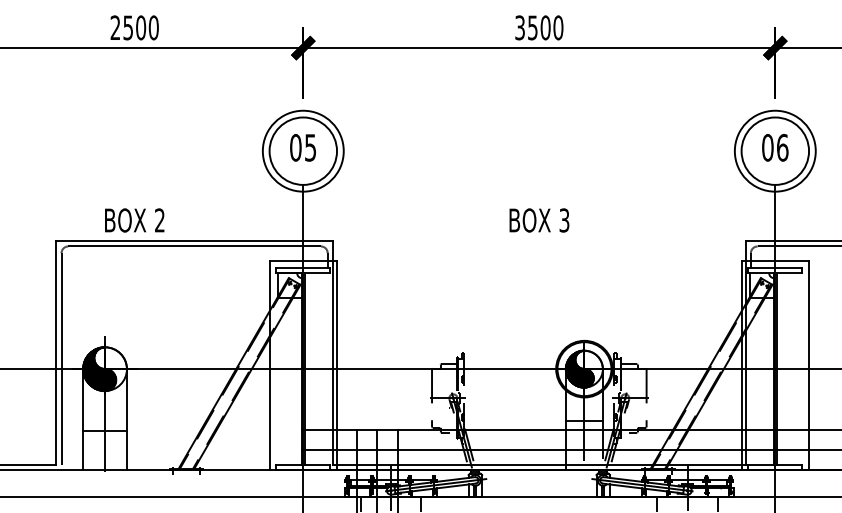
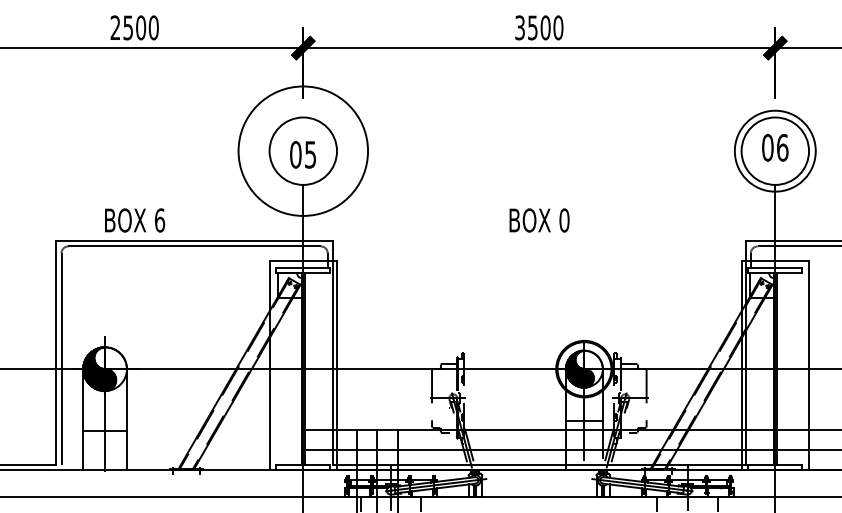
text at (302, 147) position: (302, 147) -> (302, 154)
circle at (302, 150) diameter: 81 px -> 129 px
text at (160, 220): 2 -> 6
text at (564, 220): 3 -> 0
